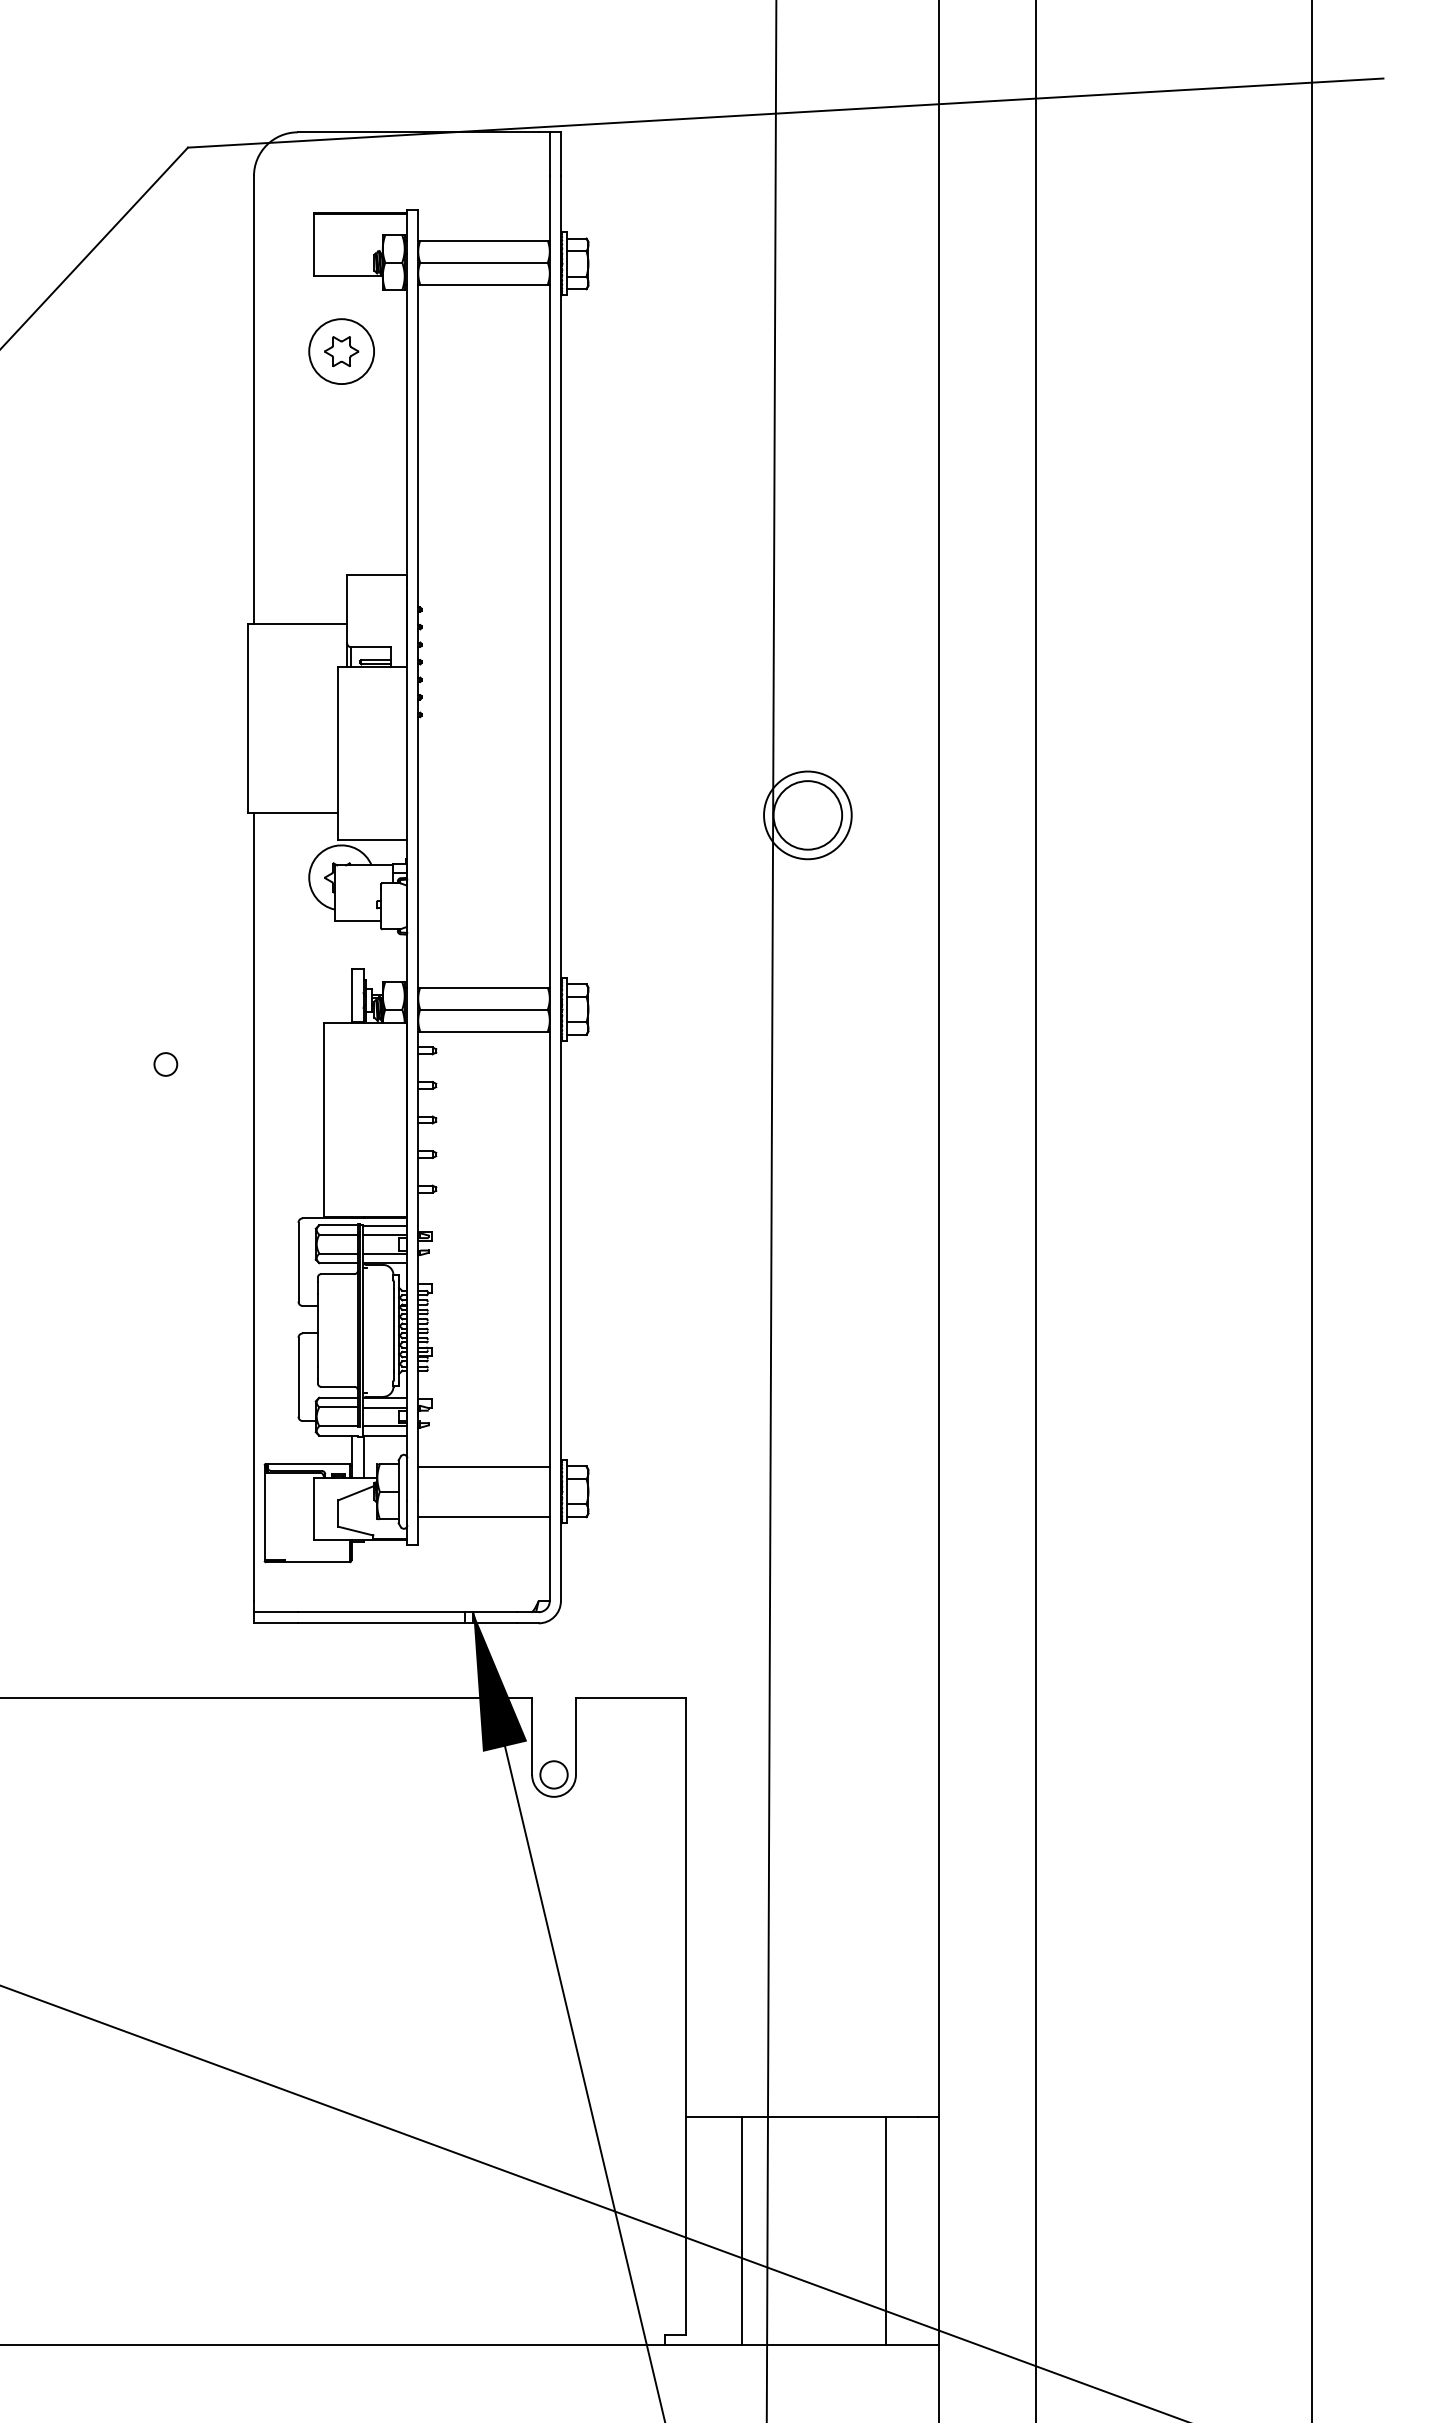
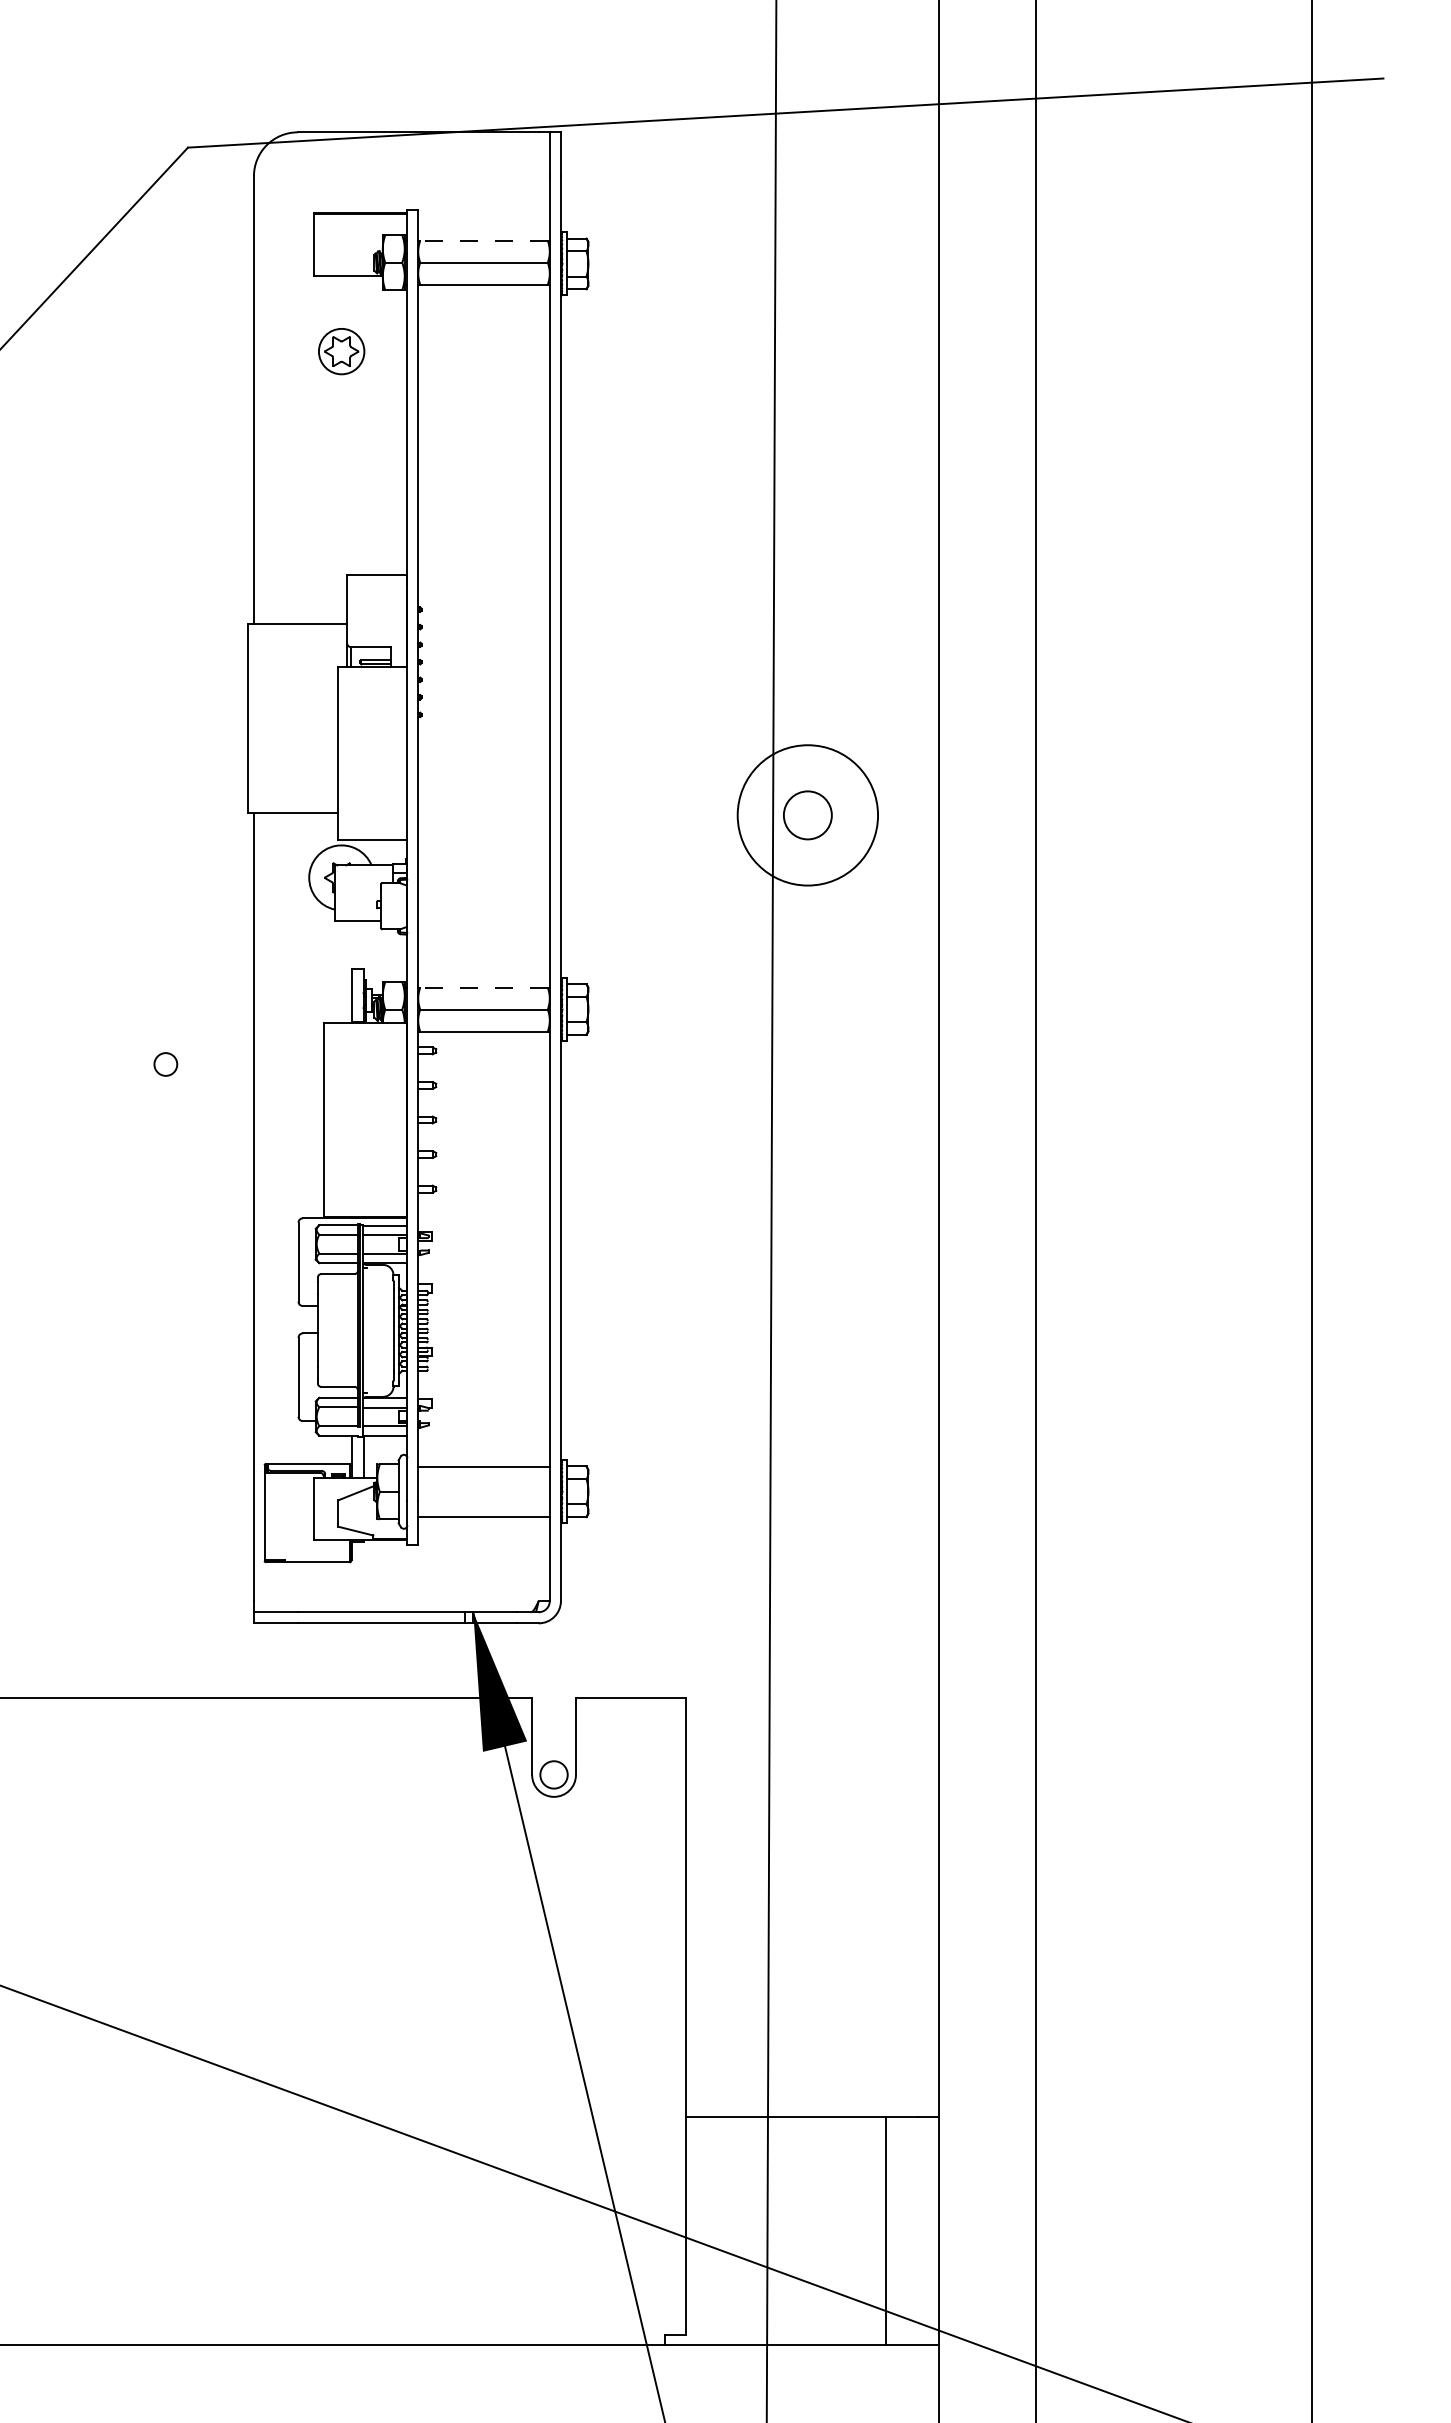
line at (484, 240): solid -> dashed
circle at (341, 351) diameter: 65 px -> 45 px
circle at (807, 815) diameter: 69 px -> 48 px
circle at (807, 815) diameter: 88 px -> 140 px
line at (484, 987): solid -> dashed
line at (742, 2230): present -> none
